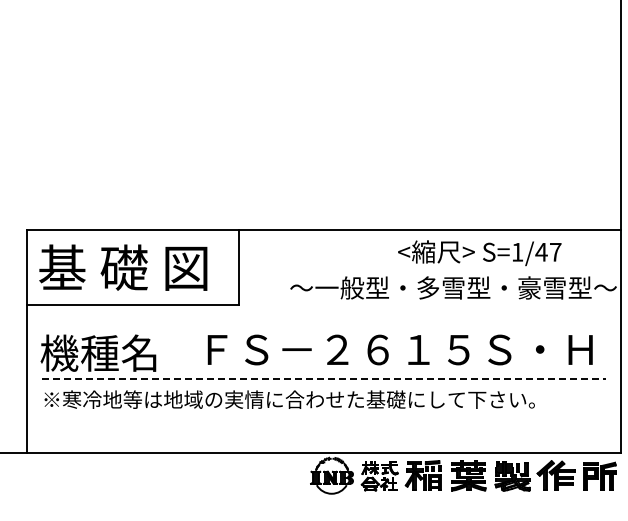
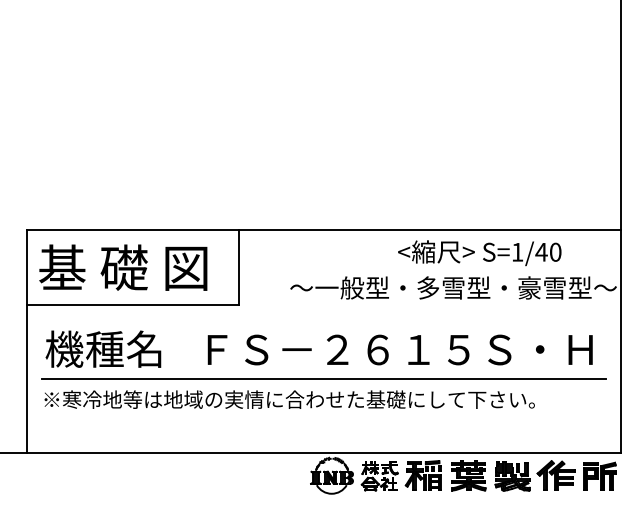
text at (555, 251): S=1/47 -> S=1/40
text at (98, 352) position: (98, 352) -> (103, 348)
line at (324, 378): dashed -> solid
